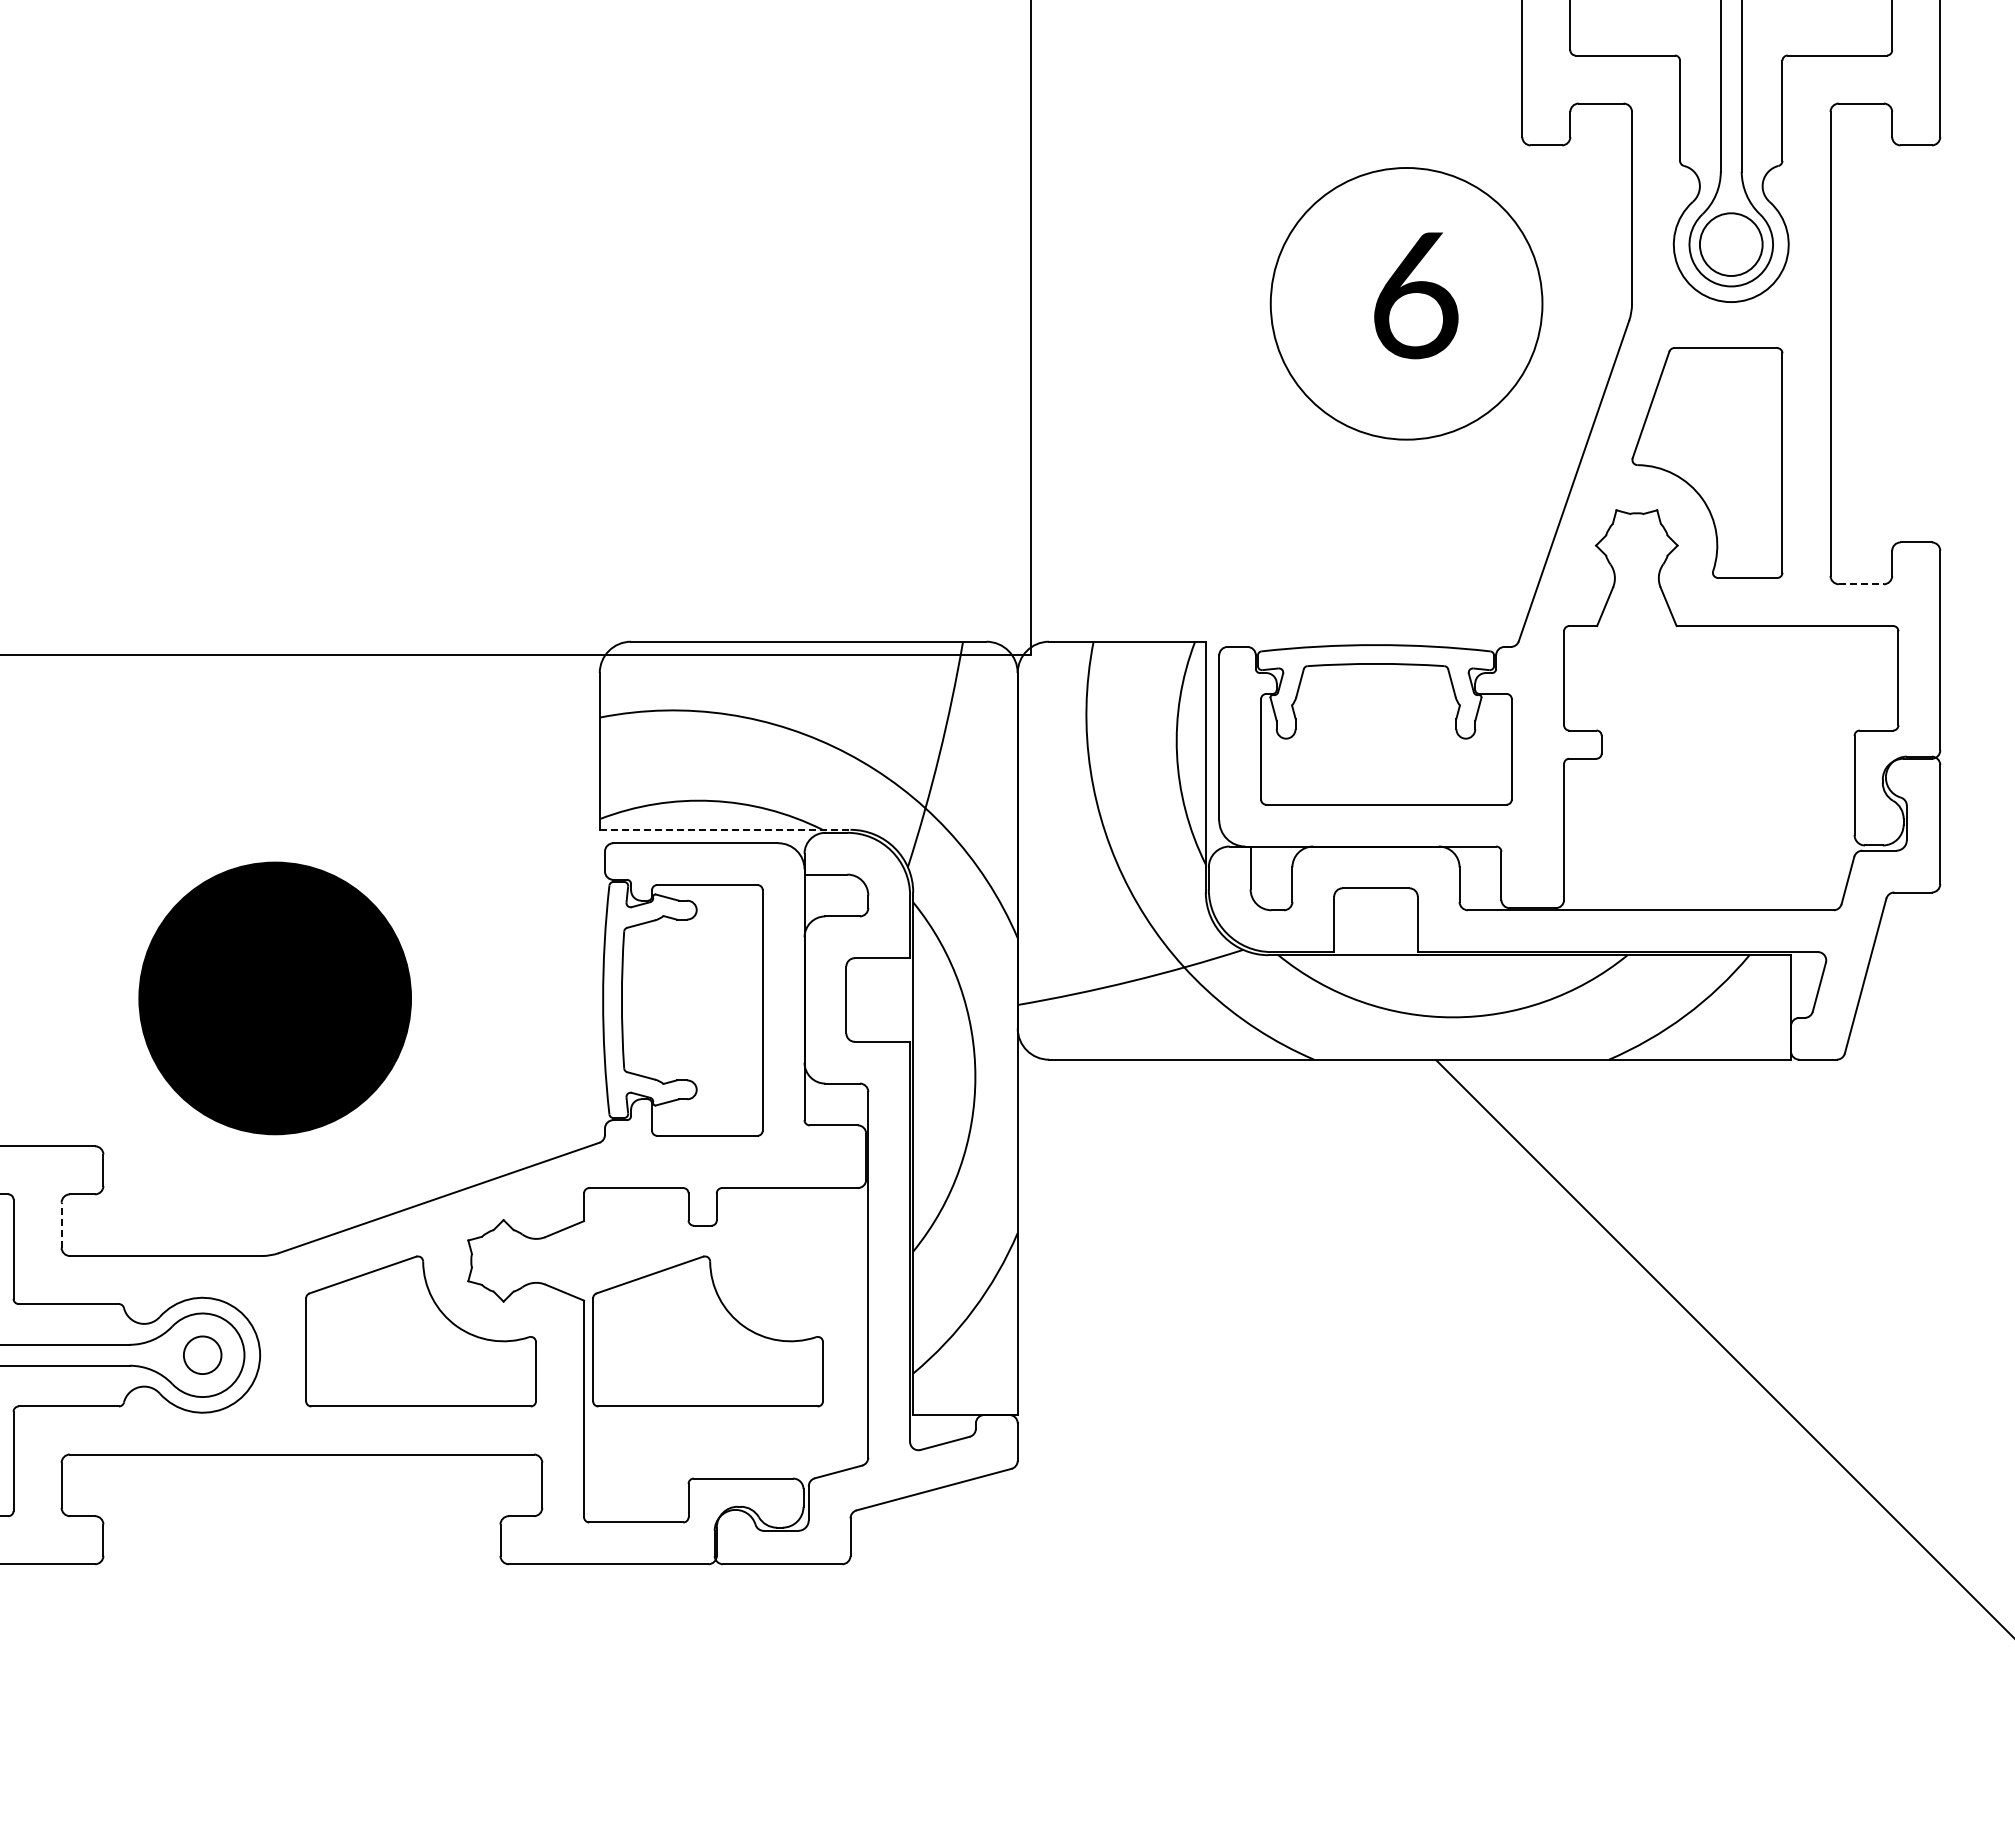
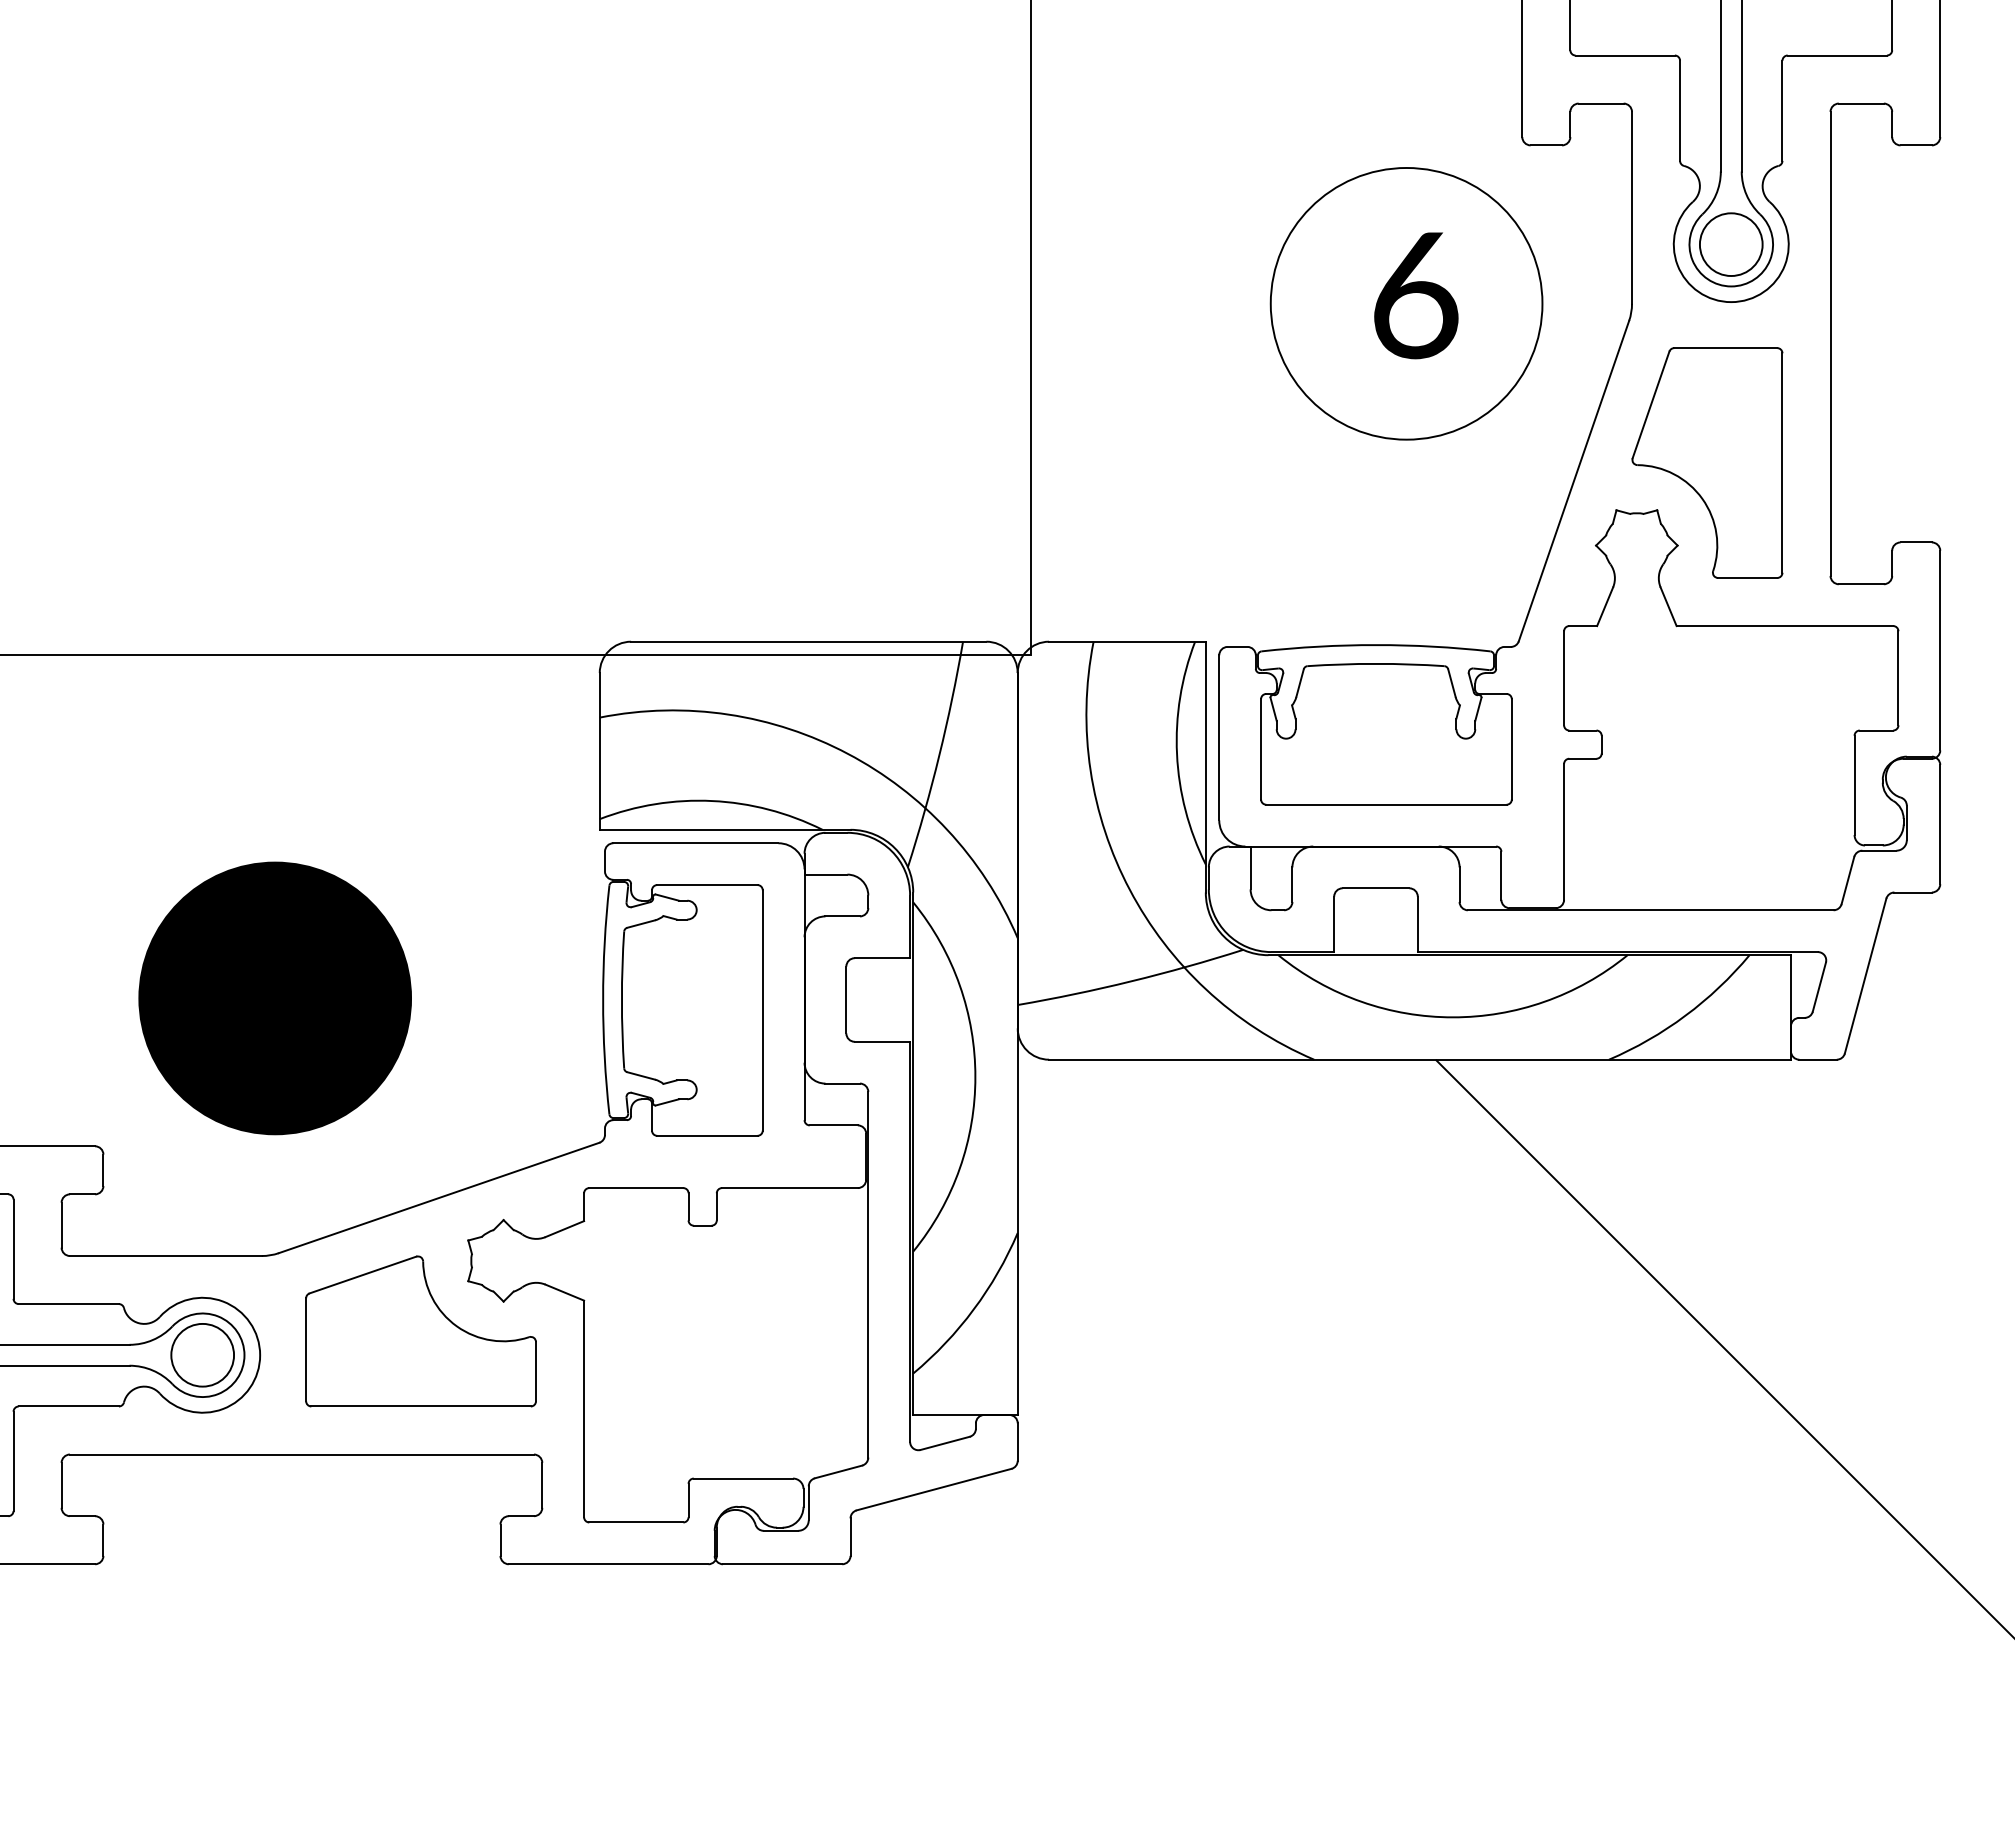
line at (1861, 584): dashed -> solid
line at (725, 829): dashed -> solid
line at (61, 1224): dashed -> solid
part at (707, 1331): present -> none
circle at (202, 1355) diameter: 38 px -> 63 px
